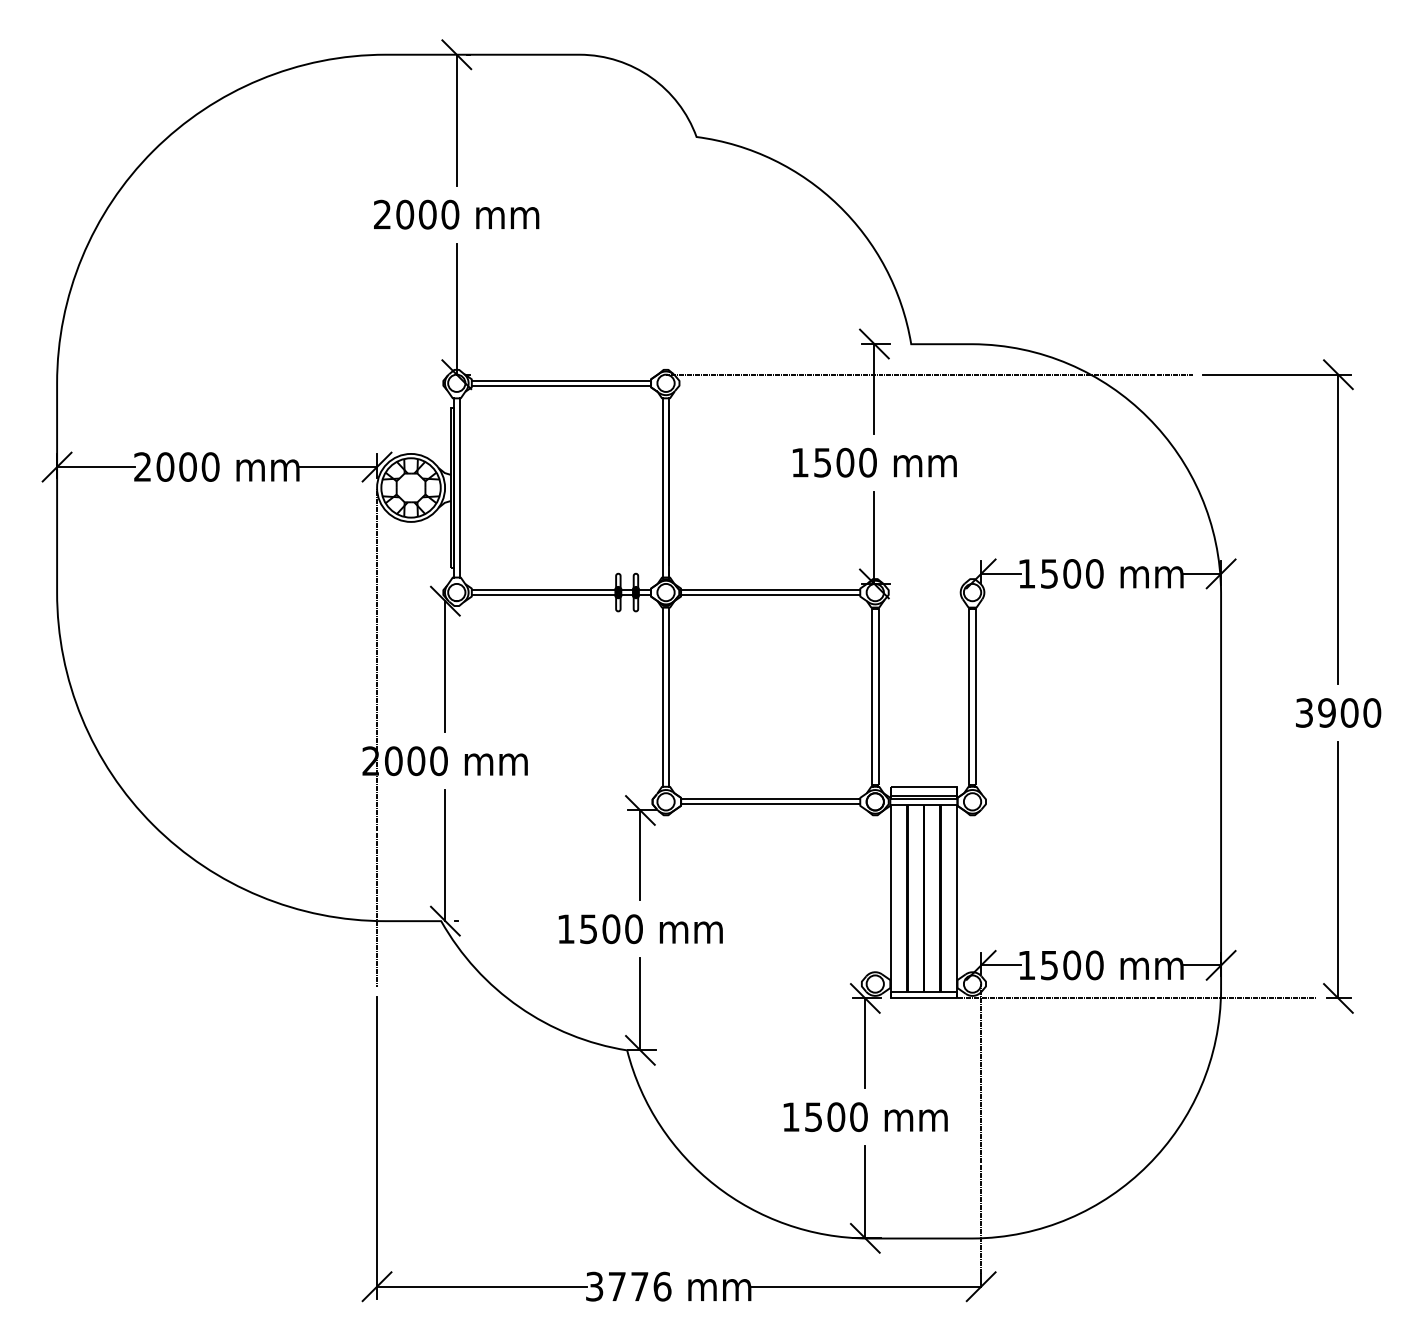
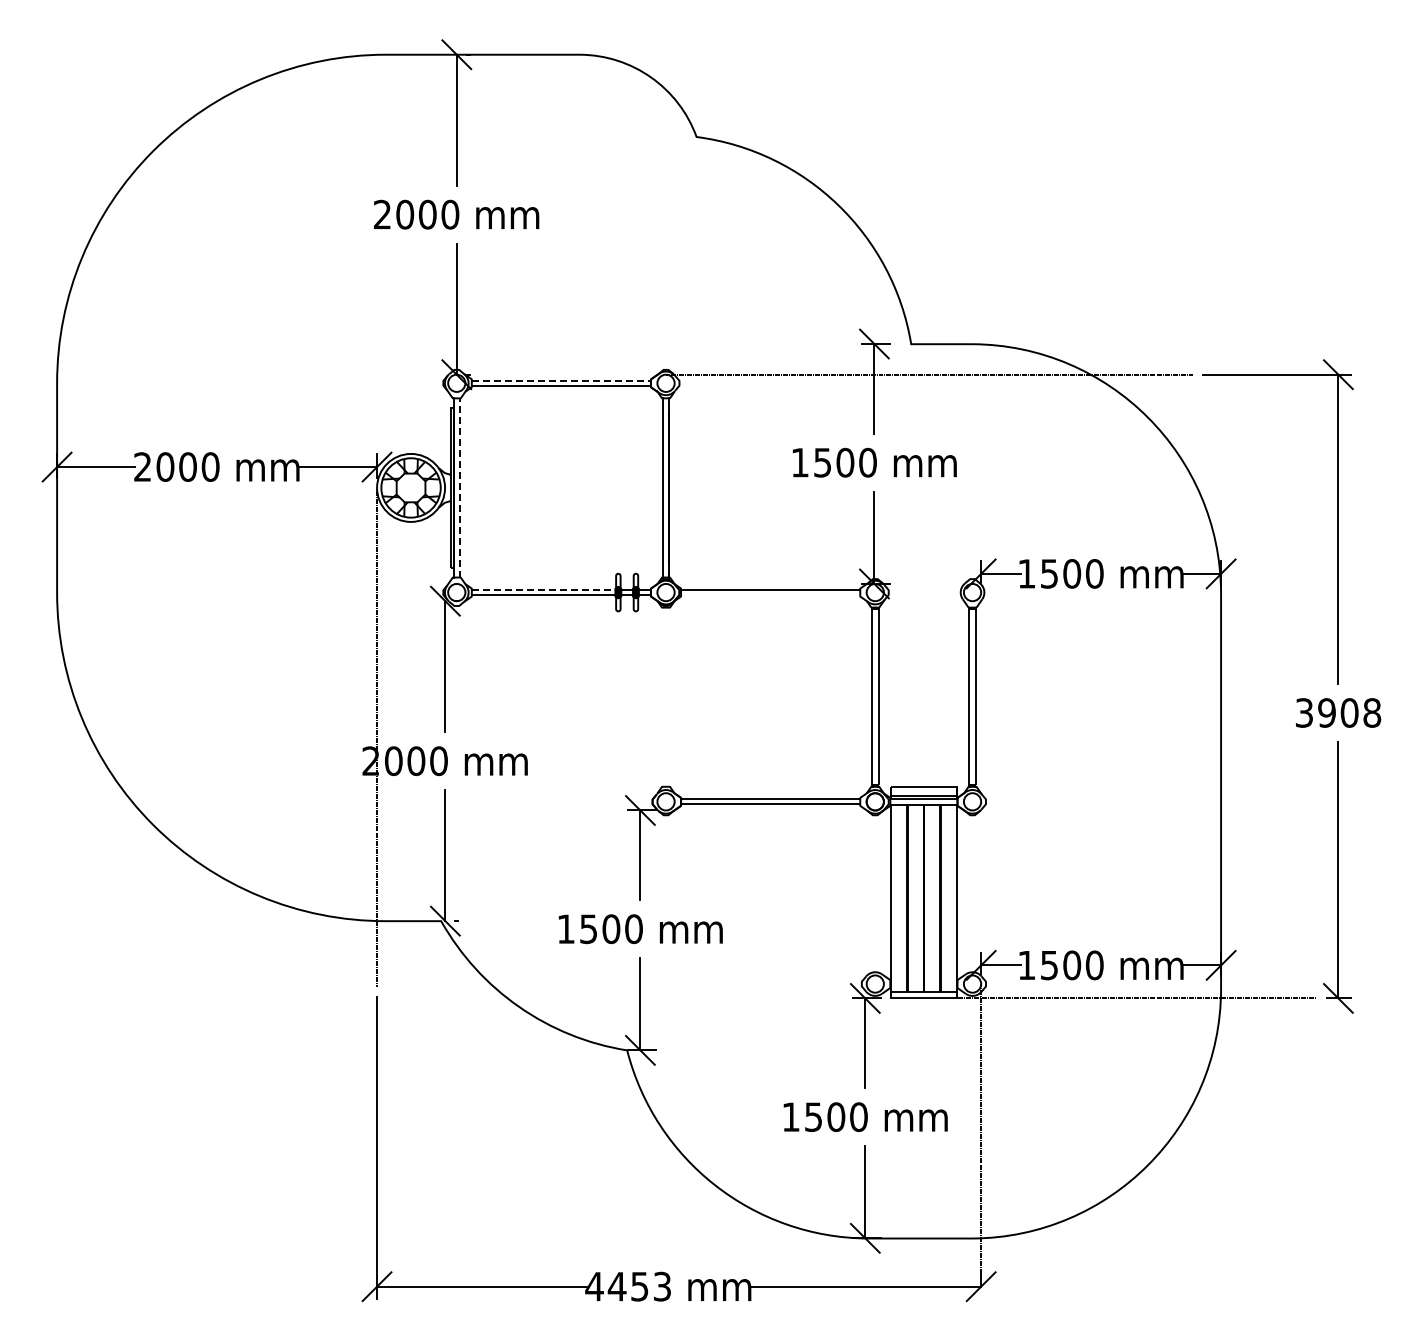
line at (561, 380): solid -> dashed
line at (459, 487): solid -> dashed
line at (543, 589): solid -> dashed
line at (770, 595): present -> none
line at (663, 696): present -> none
line at (668, 696): present -> none
text at (1372, 712): 3900 -> 3908
text at (628, 1286): 3776 -> 4453
